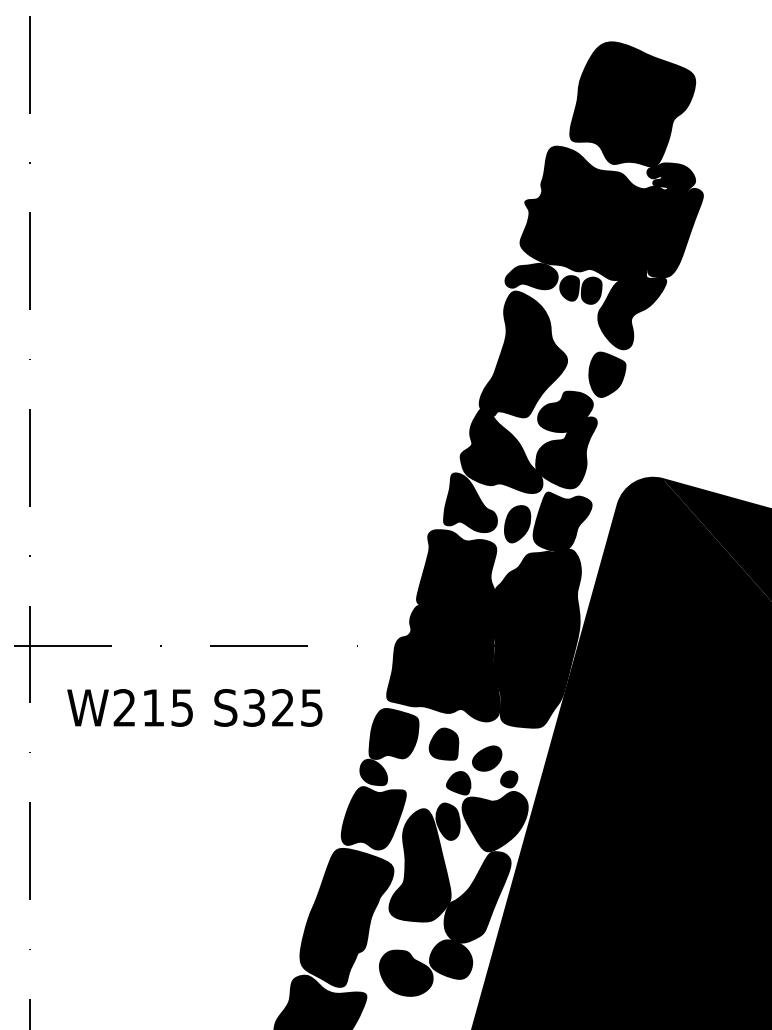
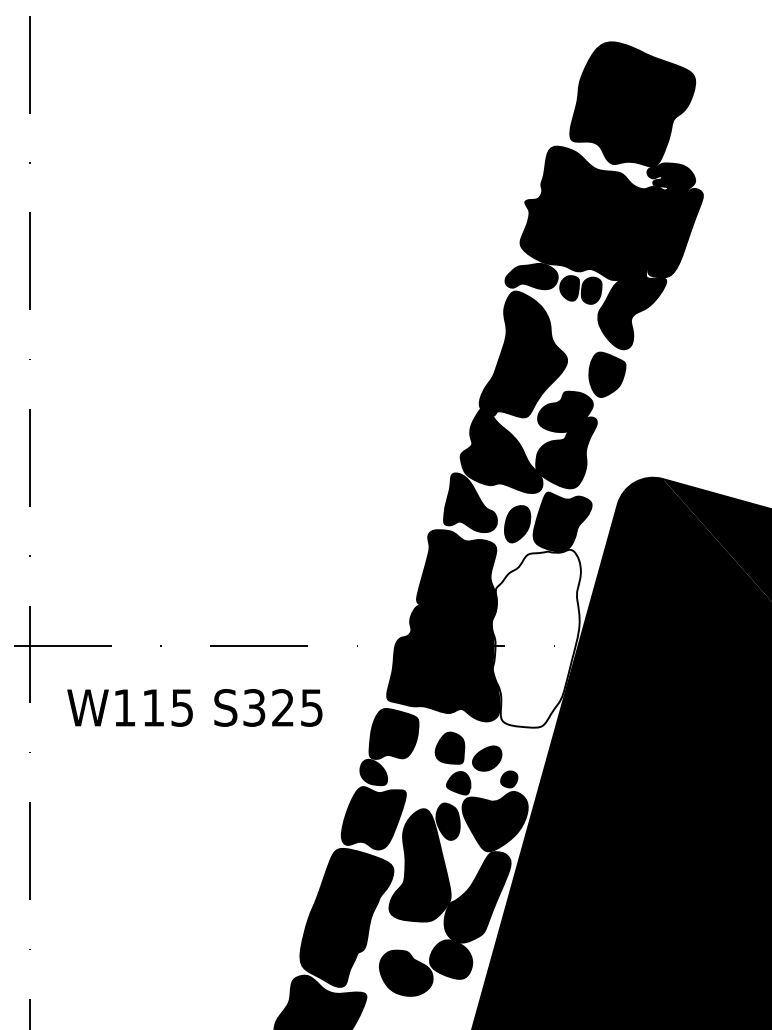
fill at (535, 638): present -> none
text at (124, 707): W215 -> W115
part at (443, 743) position: (443, 743) -> (449, 747)
